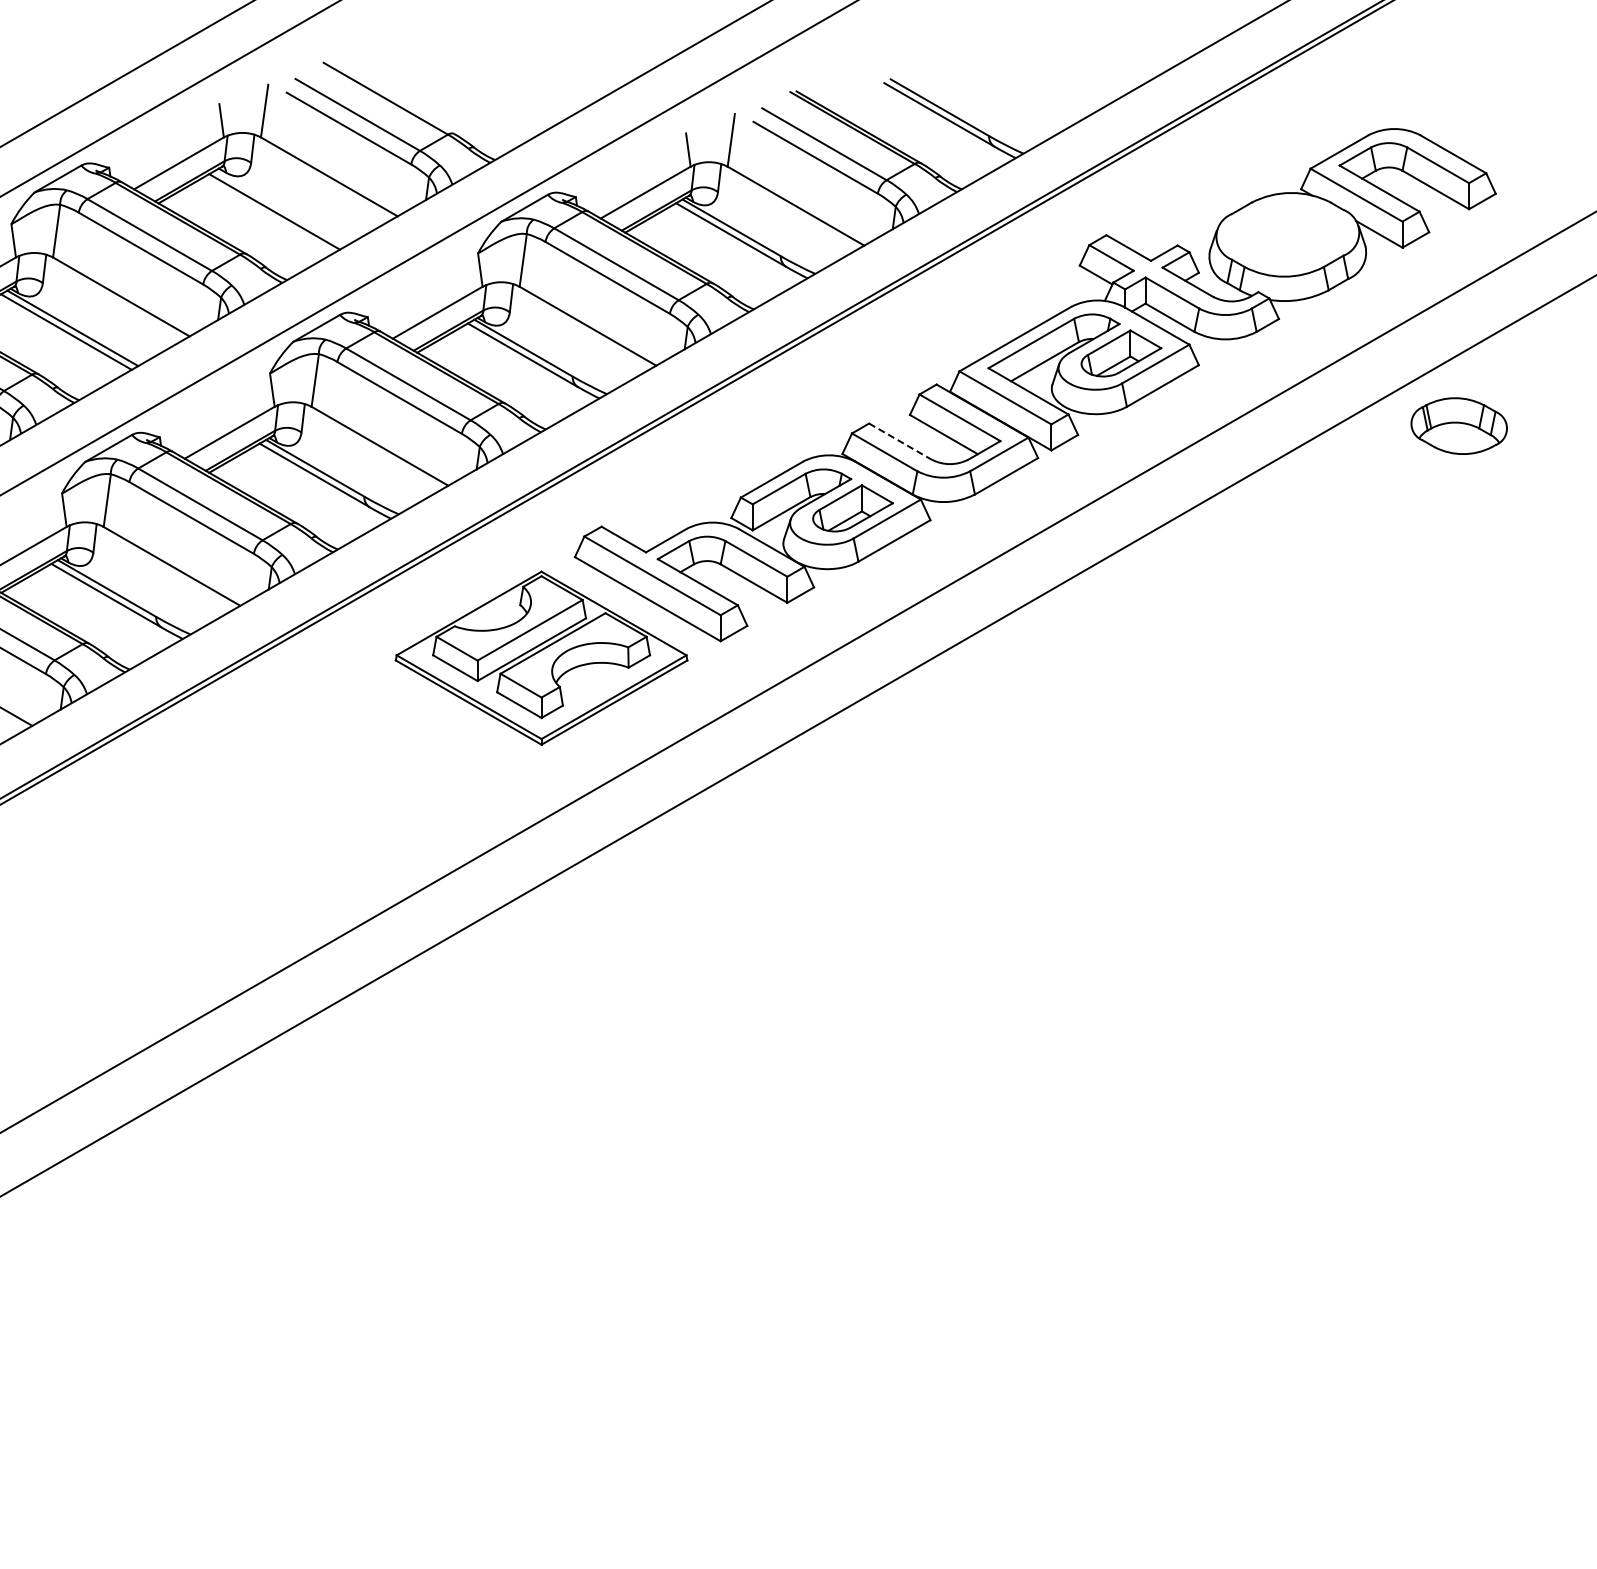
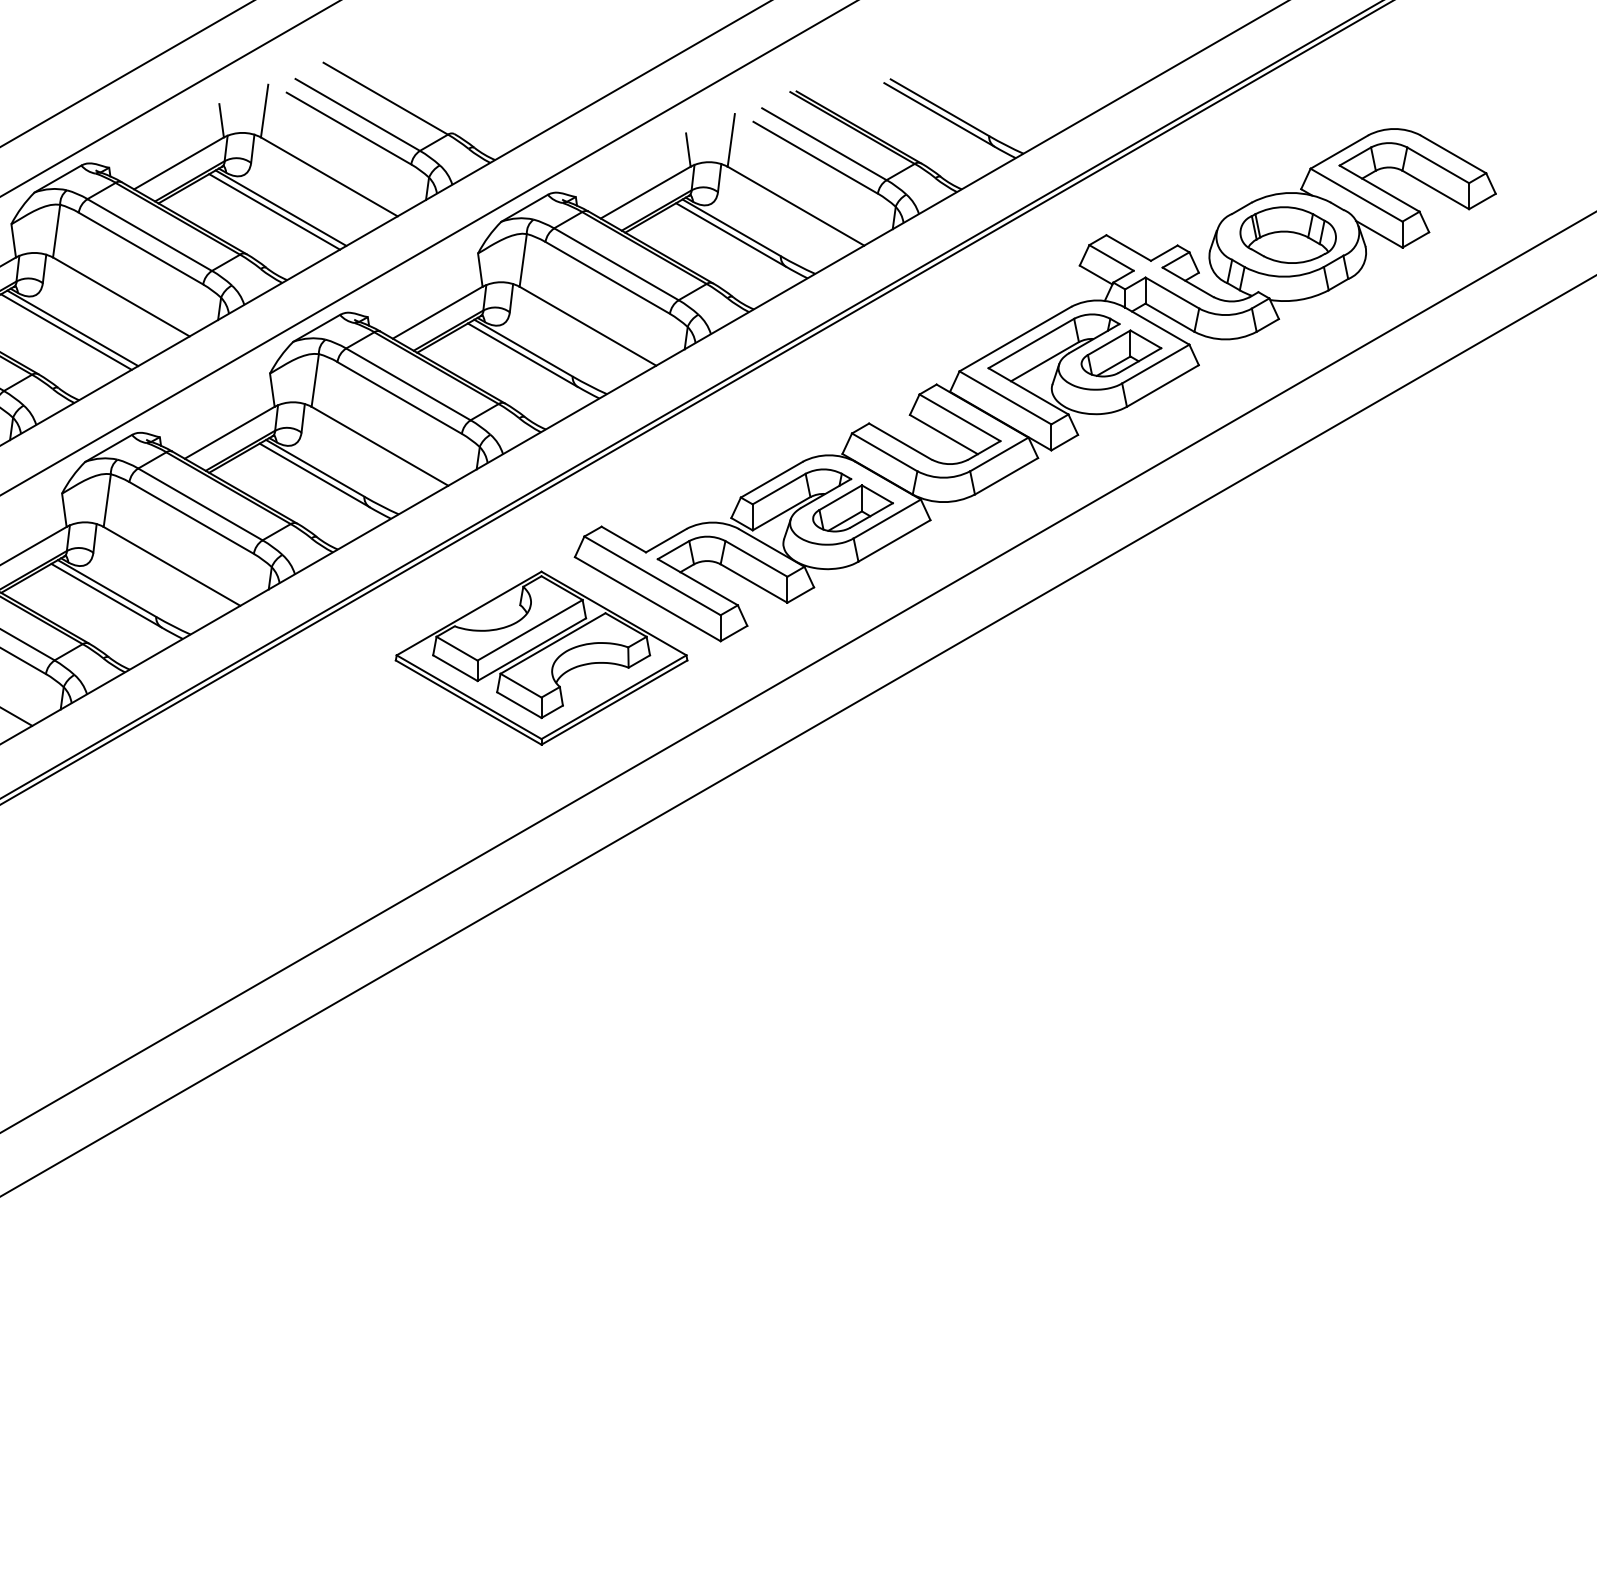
line at (280, 207): none -> present
part at (1458, 425) position: (1458, 425) -> (1287, 234)
line at (900, 441): dashed -> solid
